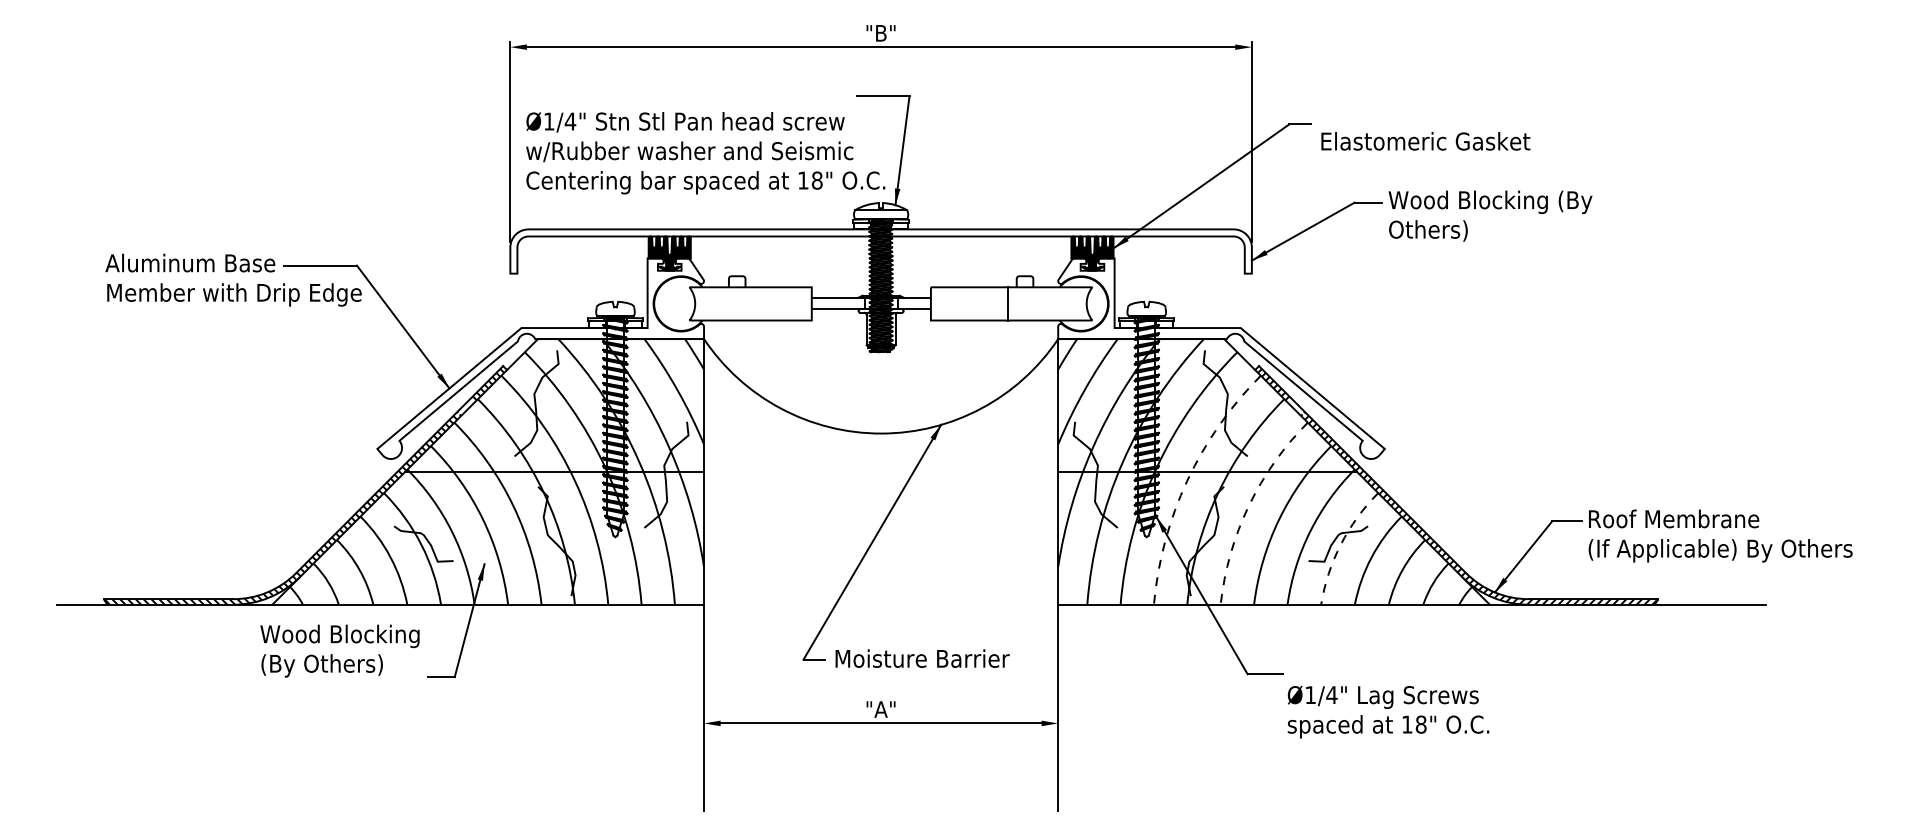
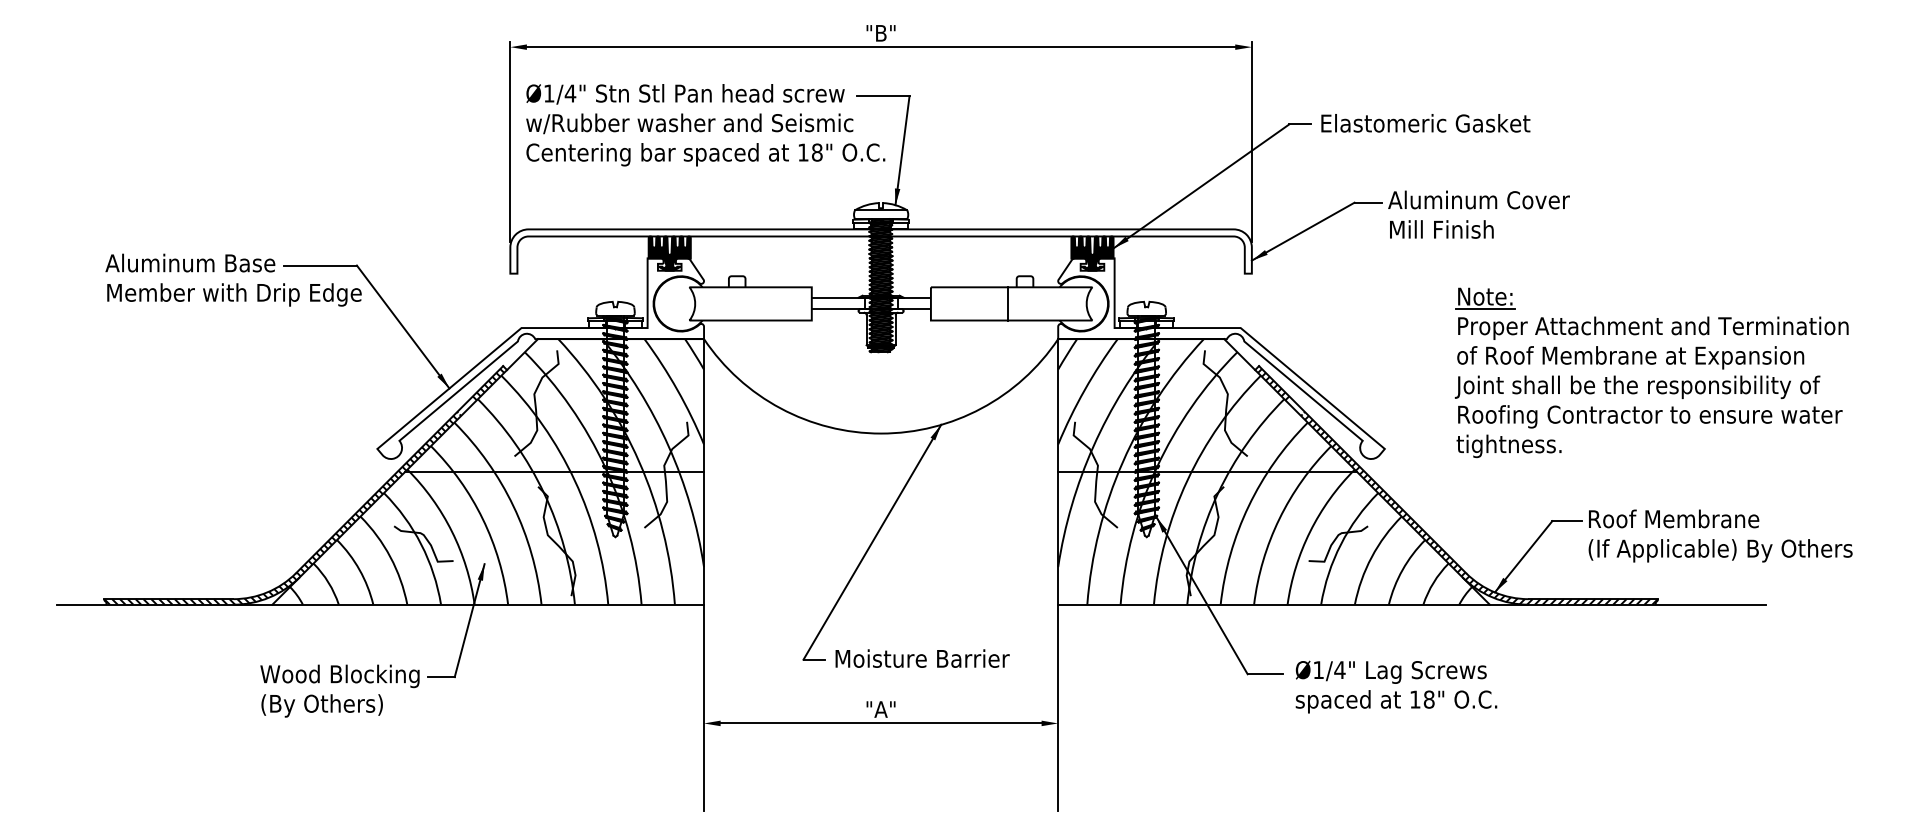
text at (1425, 141) position: (1425, 141) -> (1425, 123)
text at (705, 153) position: (705, 153) -> (705, 125)
text at (1490, 215): Wood Blocking (By Others) -> Aluminum Cover Mill Finish
part at (1651, 364): none -> present
arc at (1187, 480): dashed -> solid
arc at (1248, 506): dashed -> solid
arc at (1340, 544): dashed -> solid
text at (339, 650) position: (339, 650) -> (339, 690)
text at (1388, 711) position: (1388, 711) -> (1396, 686)
